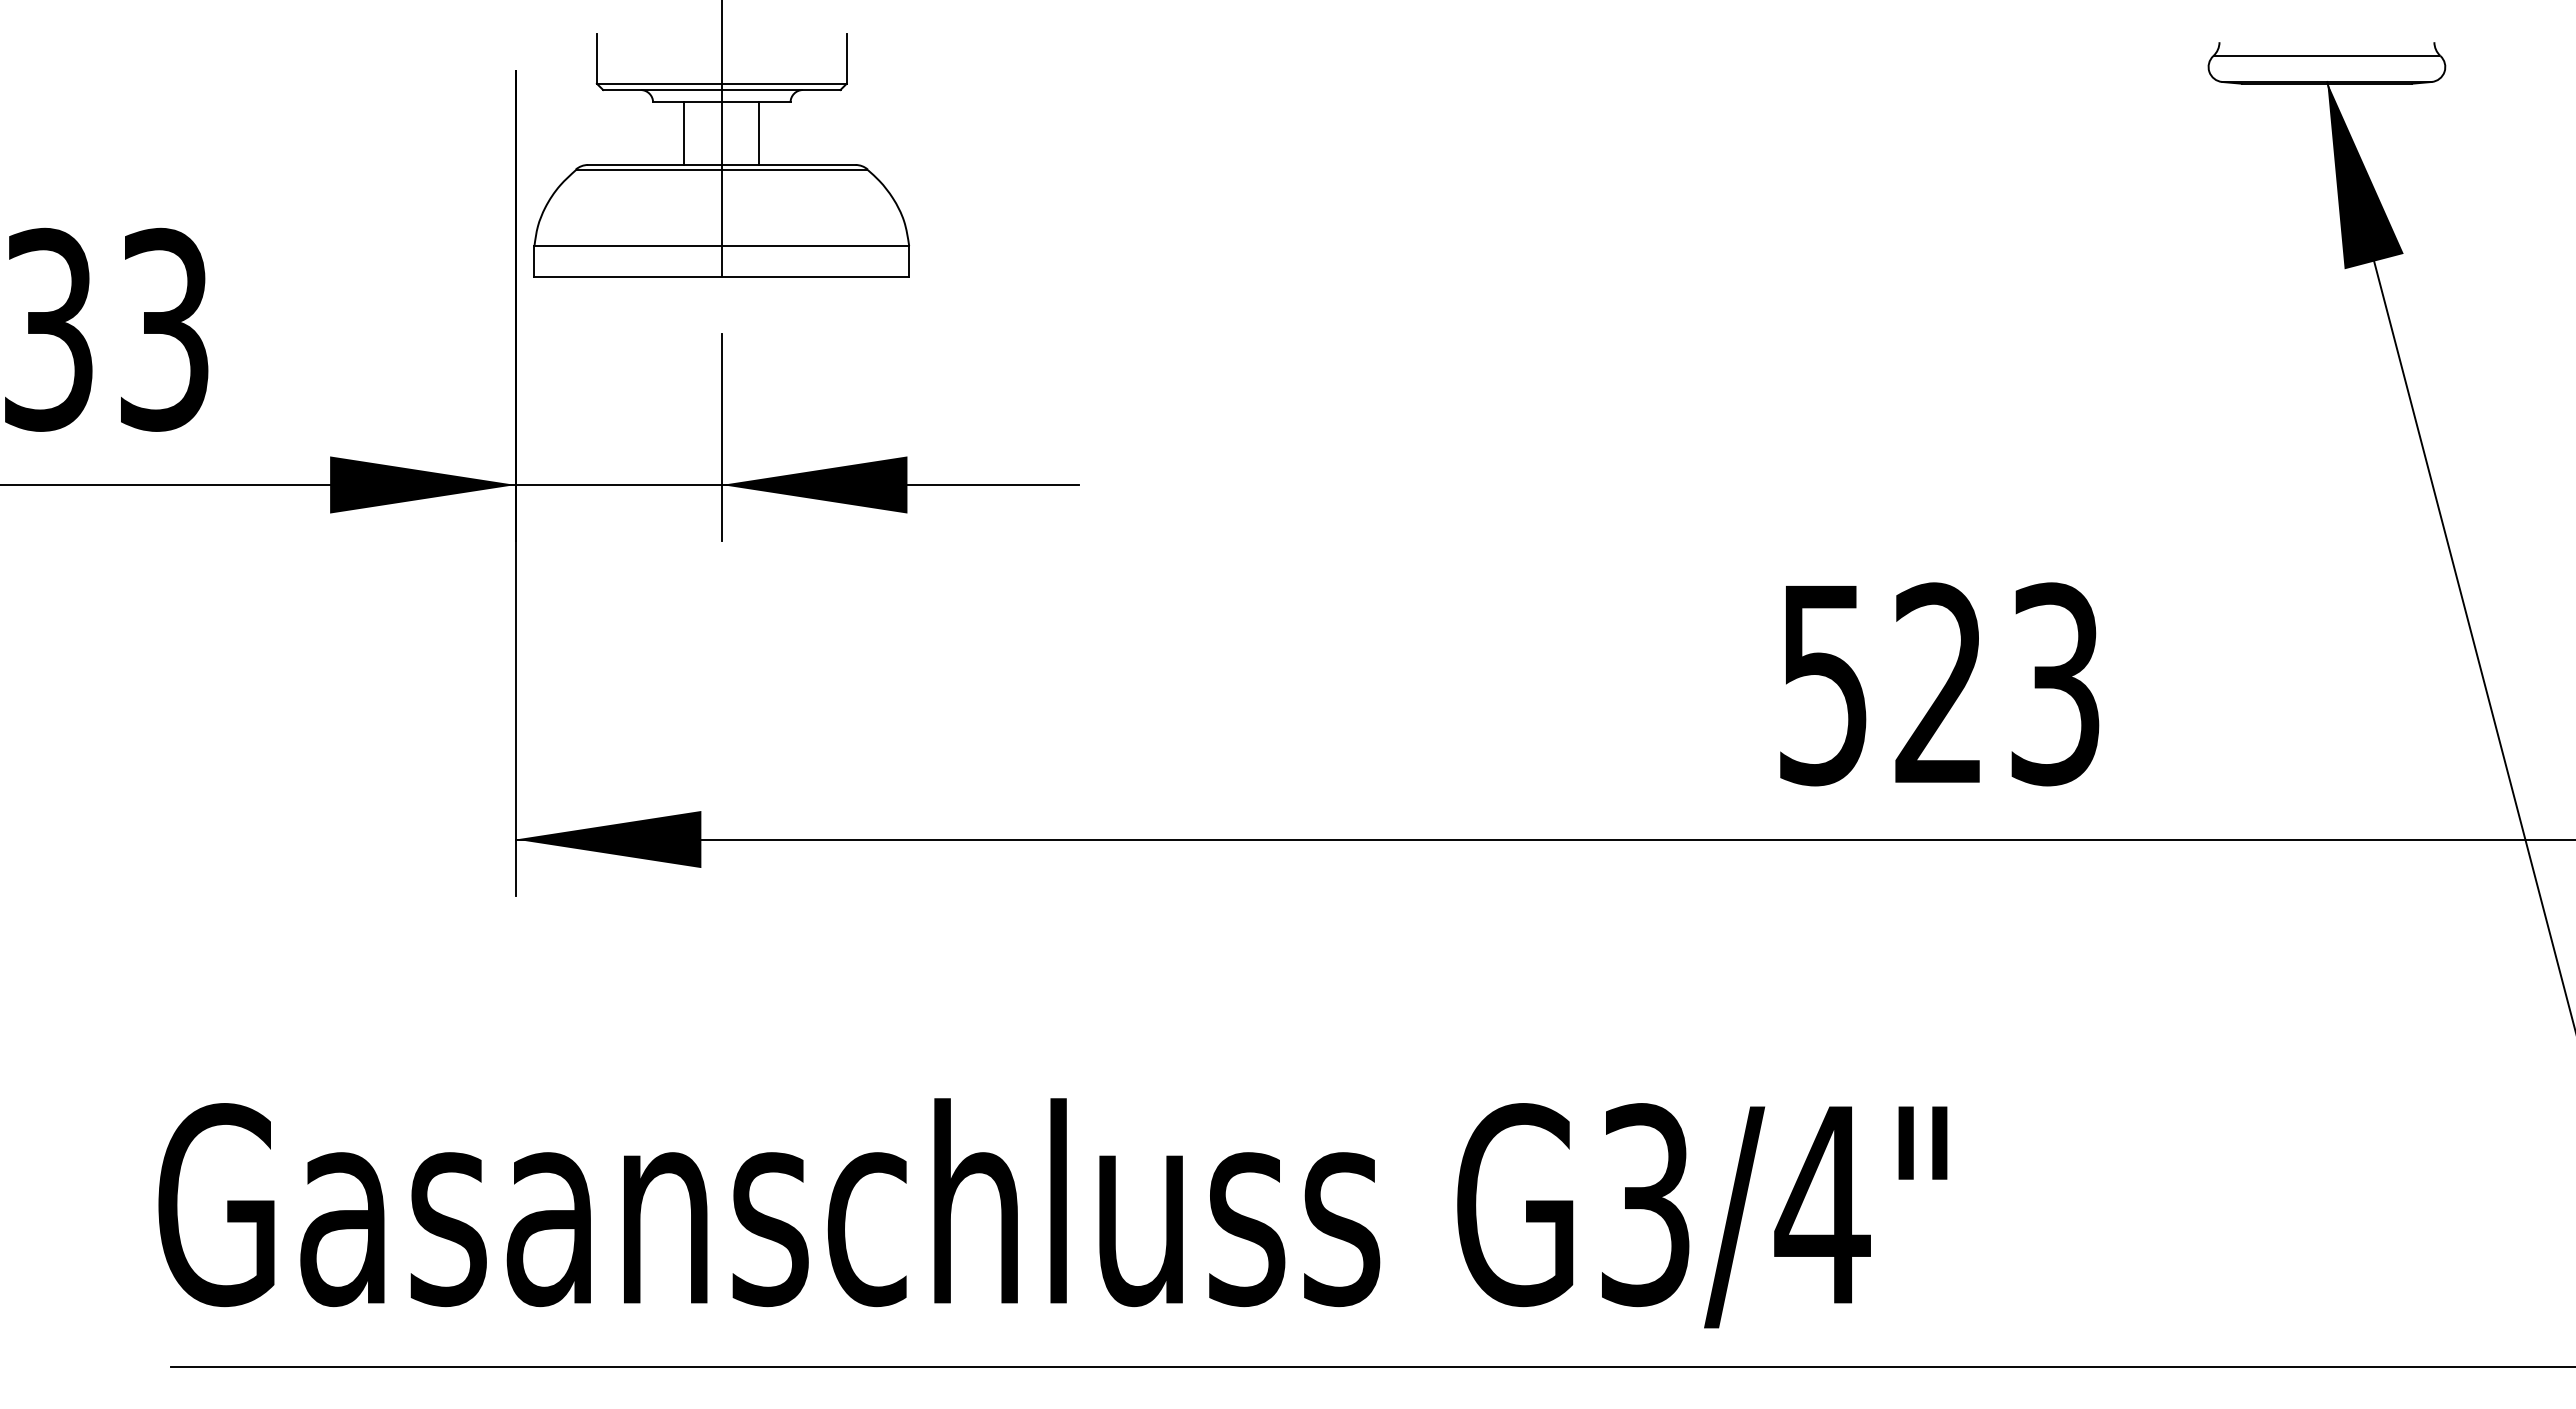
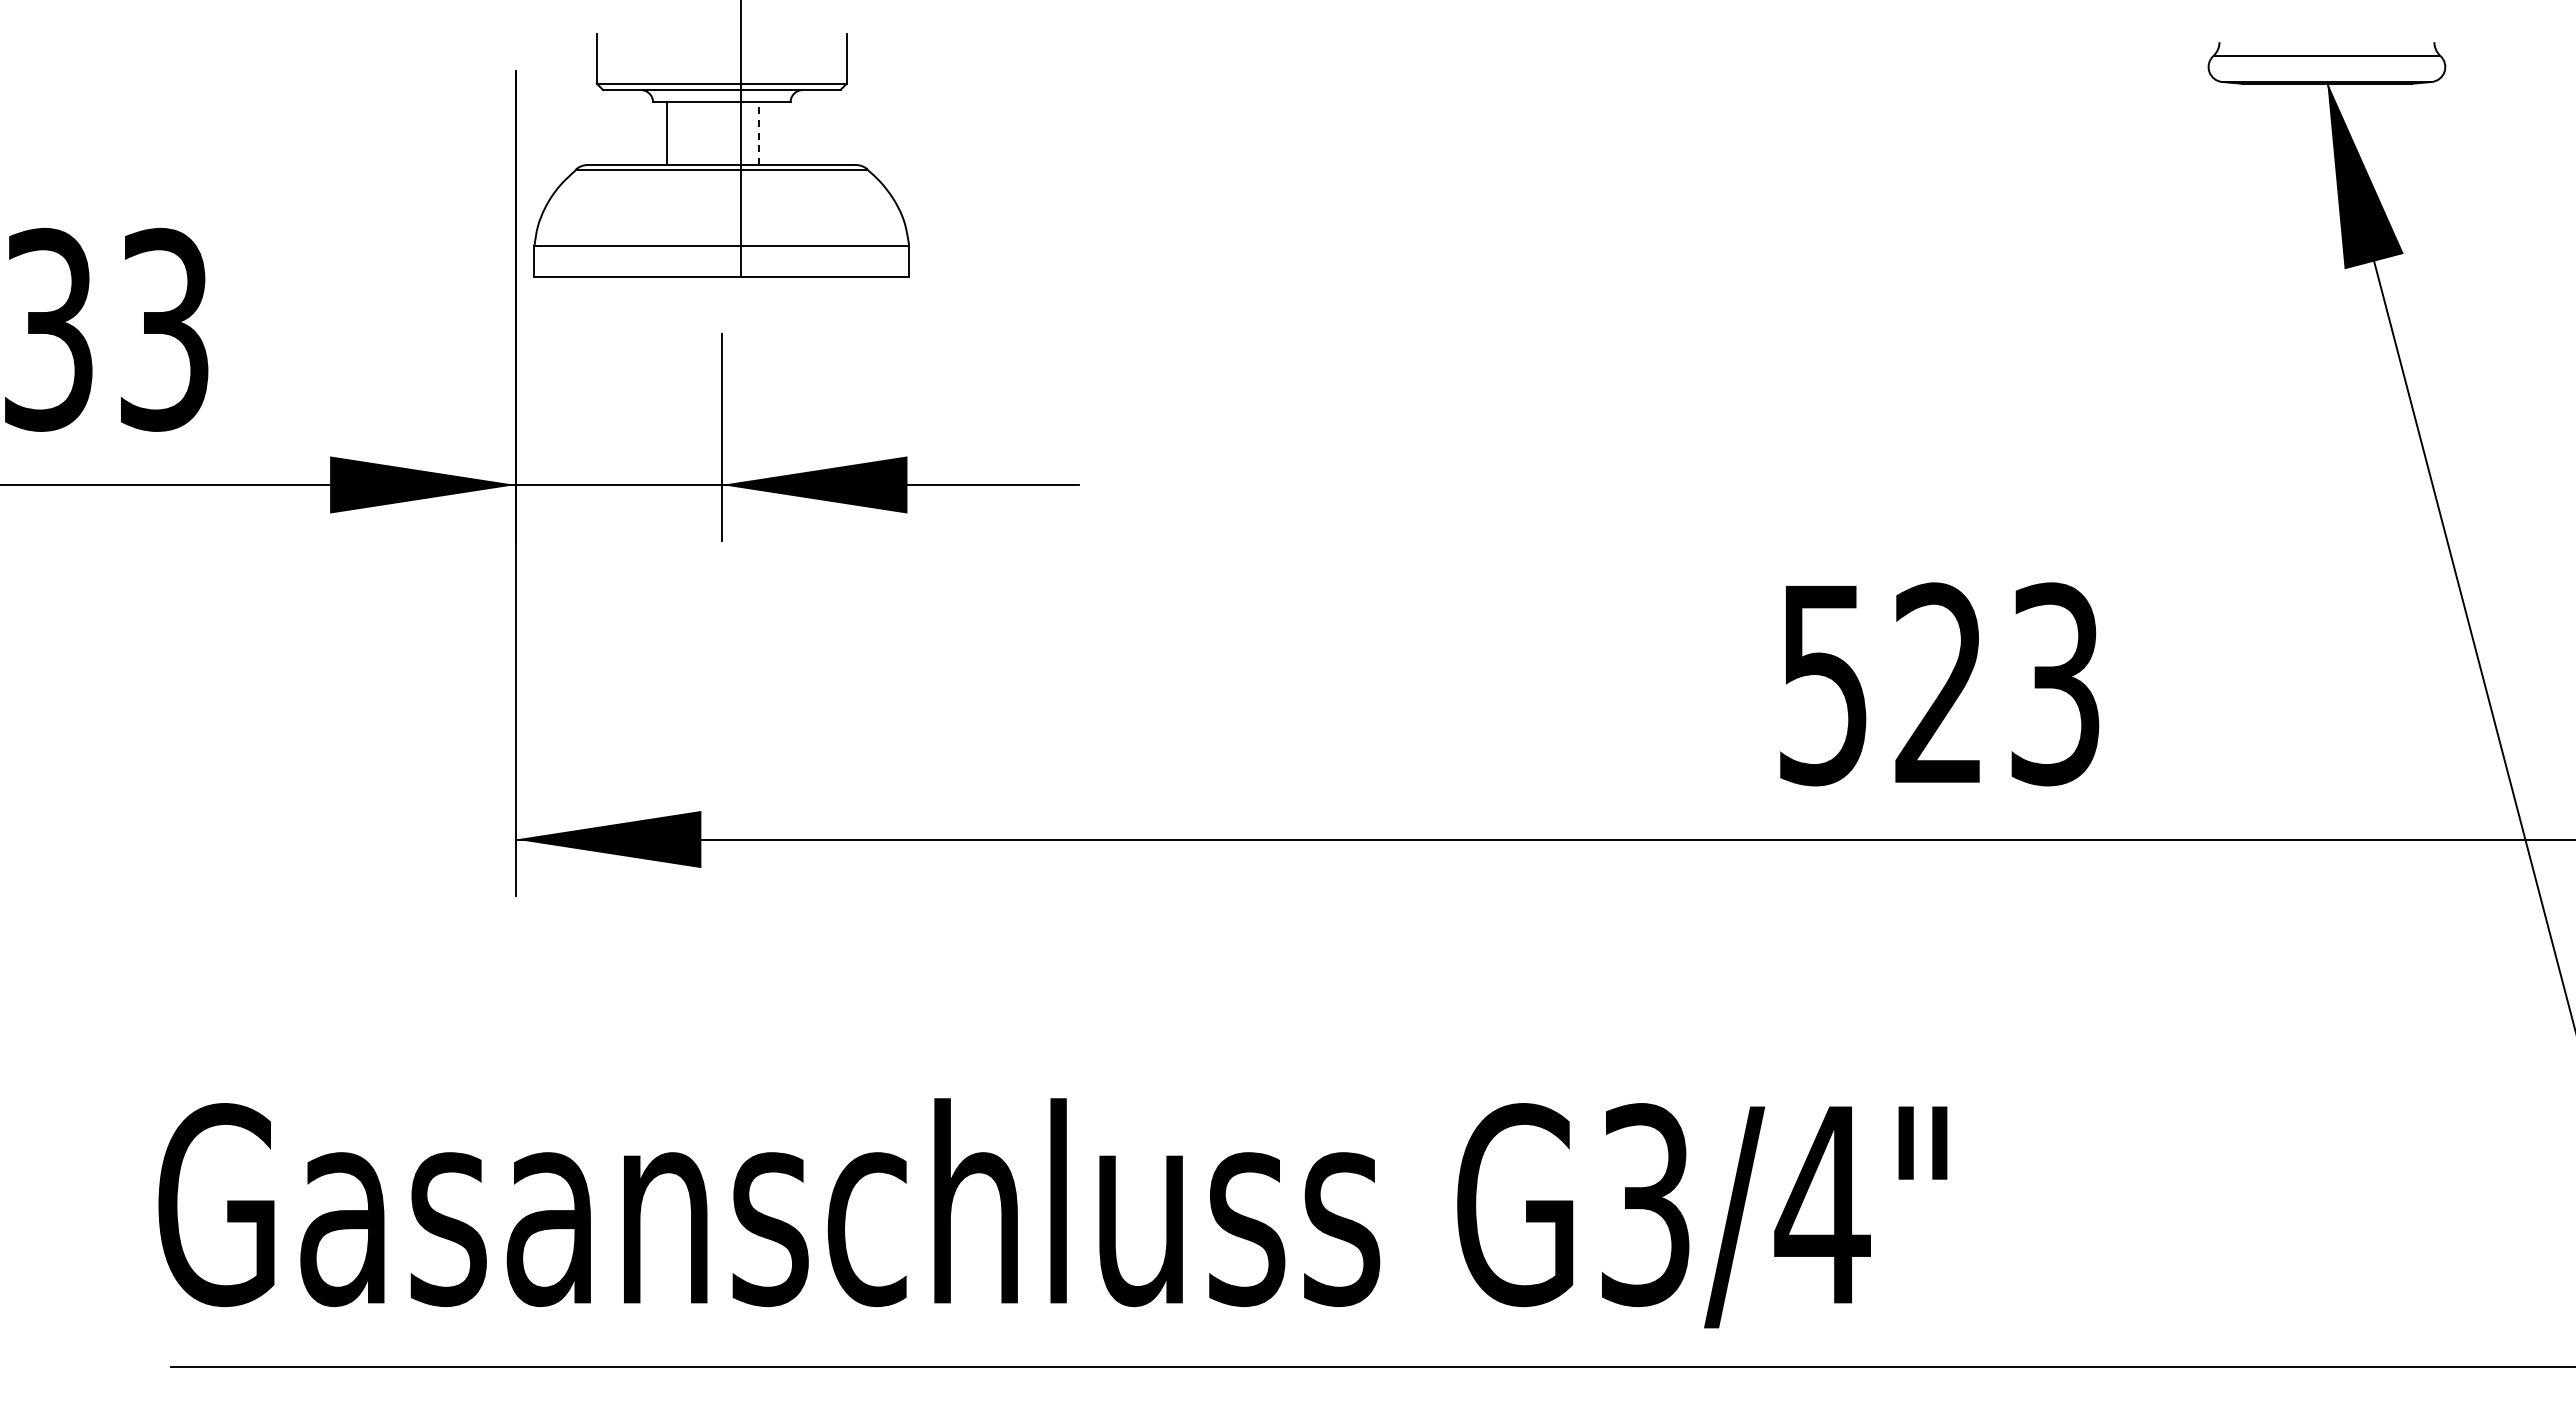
line at (684, 133) position: (684, 133) -> (667, 133)
line at (759, 133): solid -> dashed
line at (721, 139) position: (721, 139) -> (740, 139)
